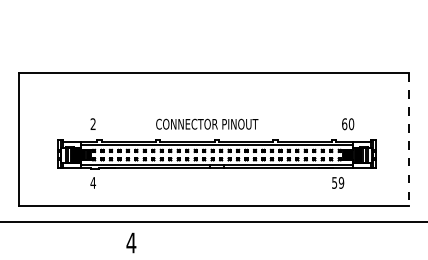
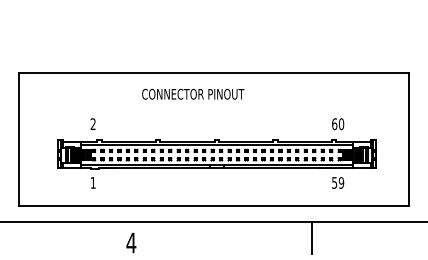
text at (207, 123) position: (207, 123) -> (193, 93)
text at (348, 124) position: (348, 124) -> (338, 124)
line at (409, 139): dashed -> solid
text at (93, 182): 4 -> 1
line at (311, 237): none -> present
